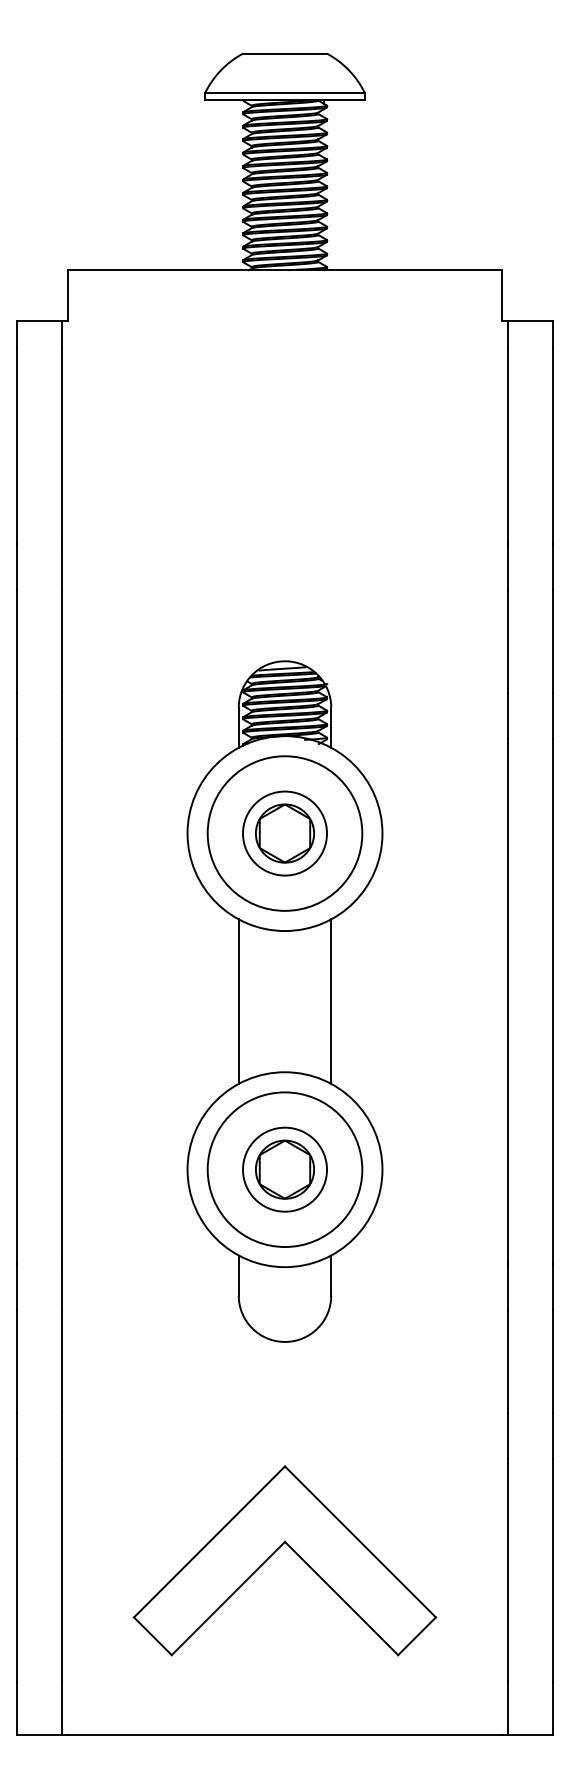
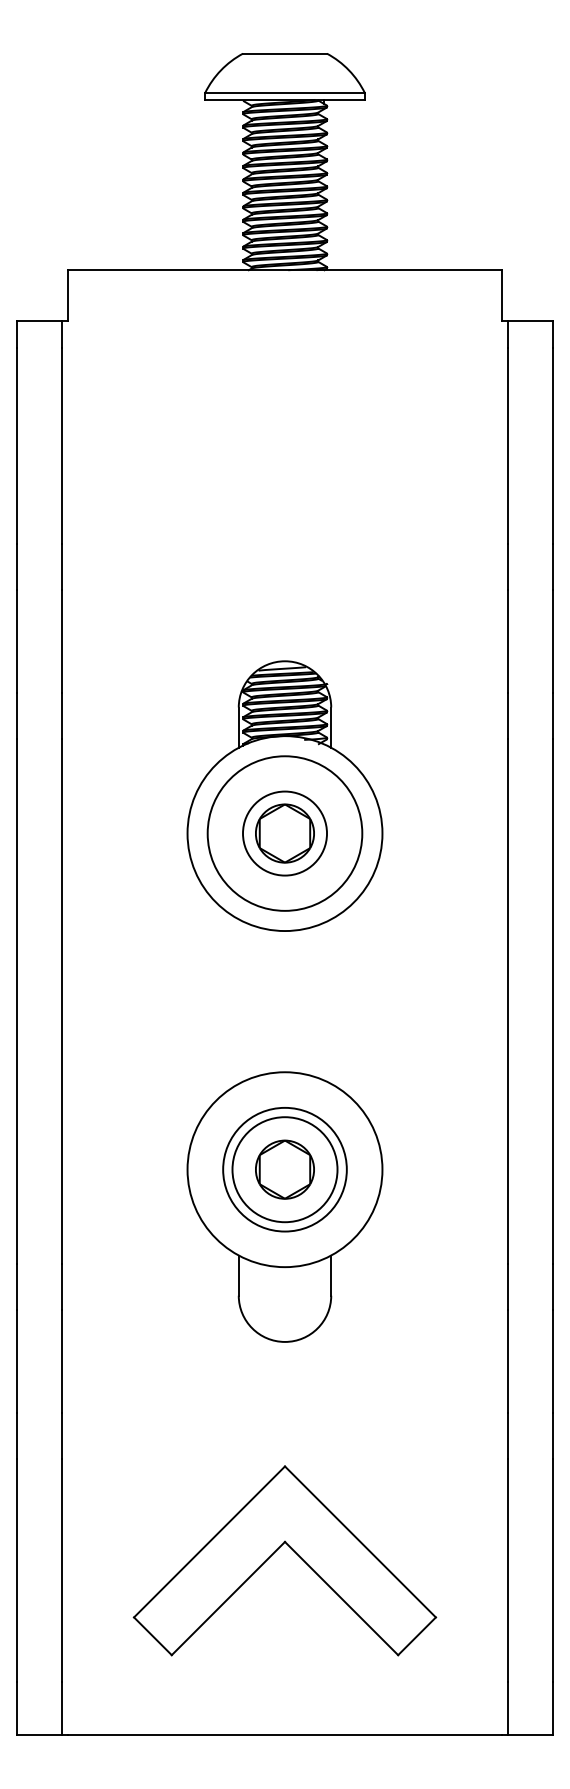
line at (238, 1001): present -> none
line at (331, 1001): present -> none
circle at (284, 1169) diameter: 155 px -> 124 px
circle at (285, 1169) diameter: 84 px -> 105 px
